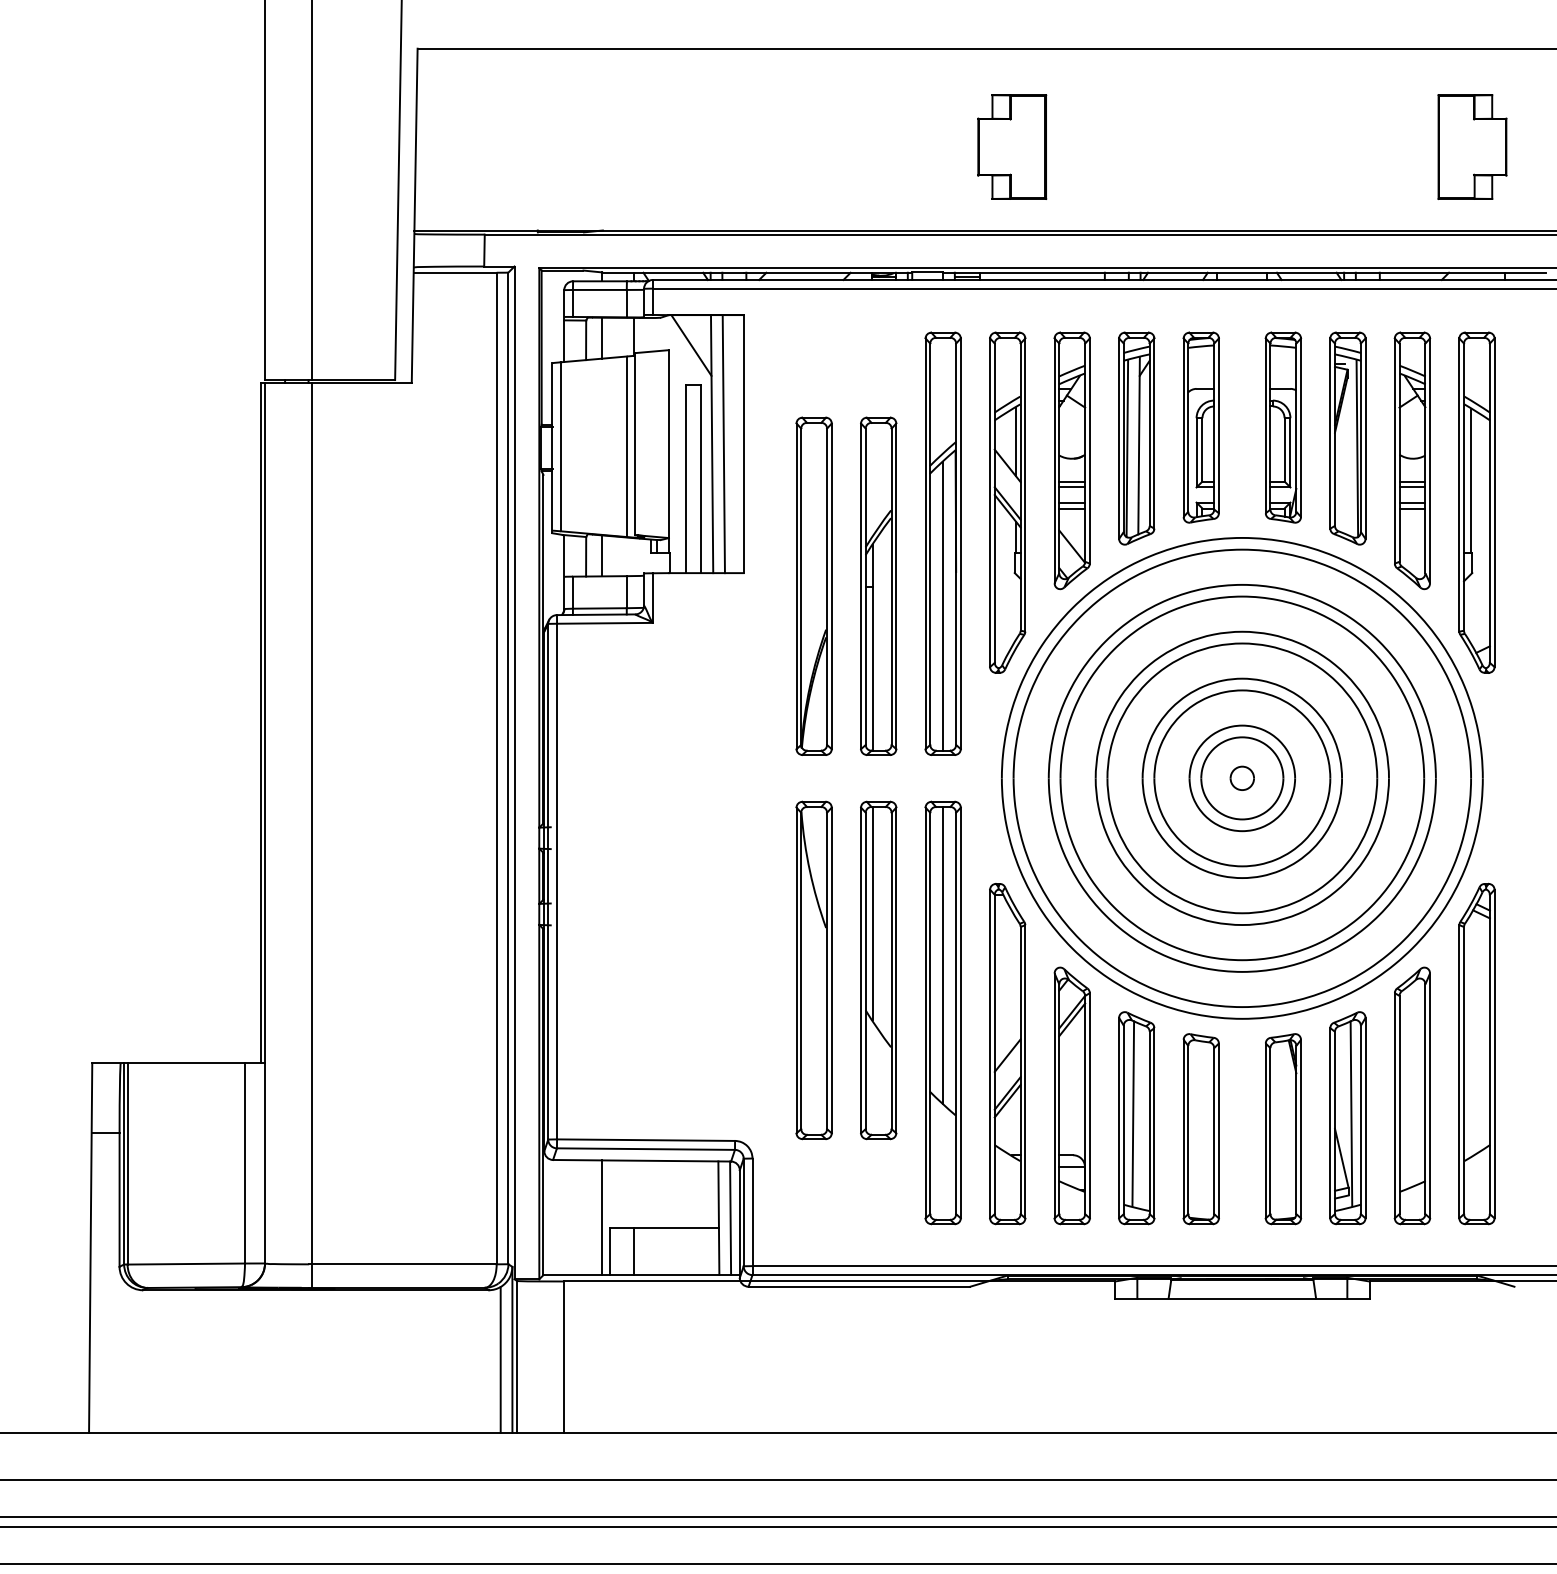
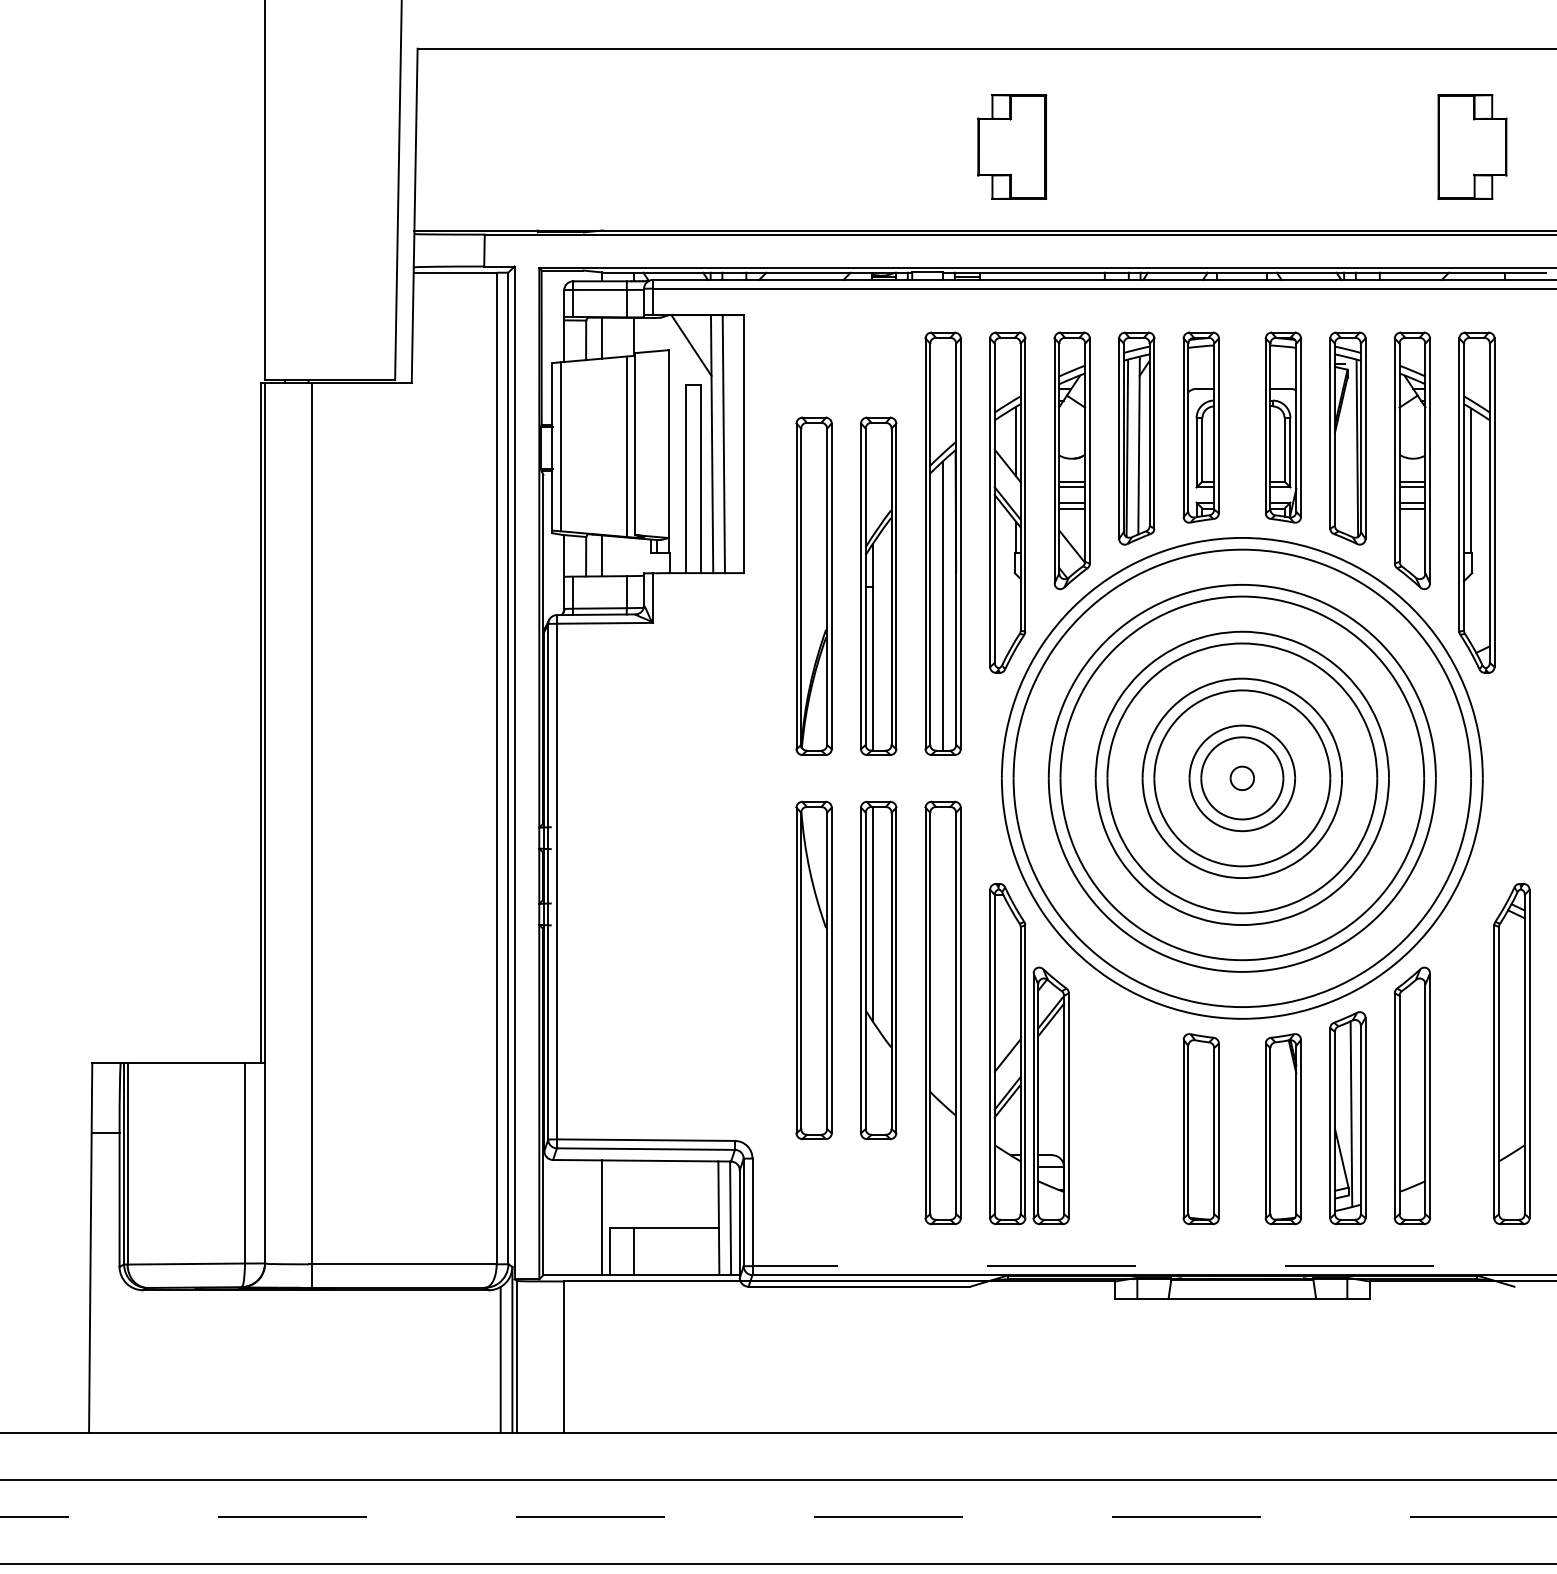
line at (311, 191): present -> none
line at (943, 954): present -> none
part at (1476, 1053) position: (1476, 1053) -> (1511, 1053)
part at (1071, 1095) position: (1071, 1095) -> (1050, 1095)
part at (1136, 1118): present -> none
line at (1154, 1266): solid -> dashed
line at (778, 1517): solid -> dashed
line at (777, 1526): present -> none
